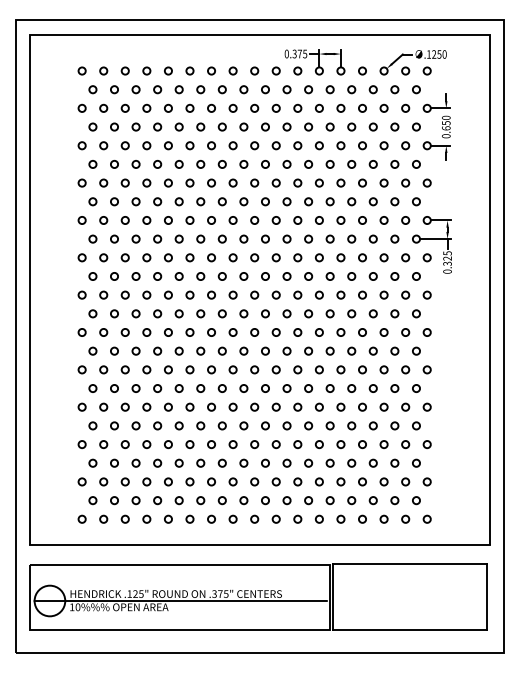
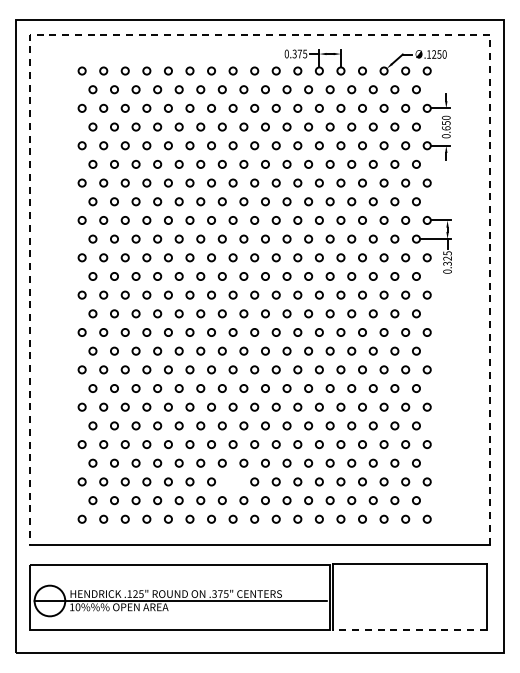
line at (259, 34): solid -> dashed
circle at (232, 481): present -> none
line at (409, 629): solid -> dashed
